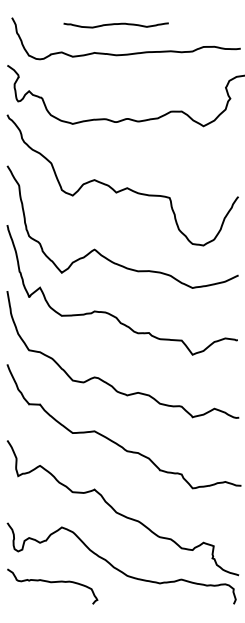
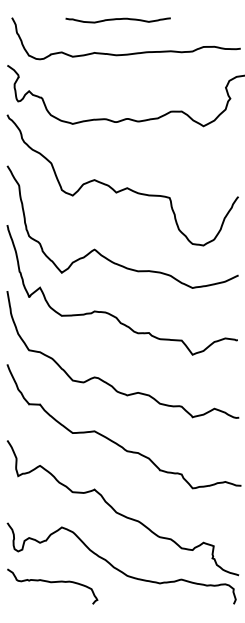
curve at (115, 24) position: (115, 24) -> (117, 19)
